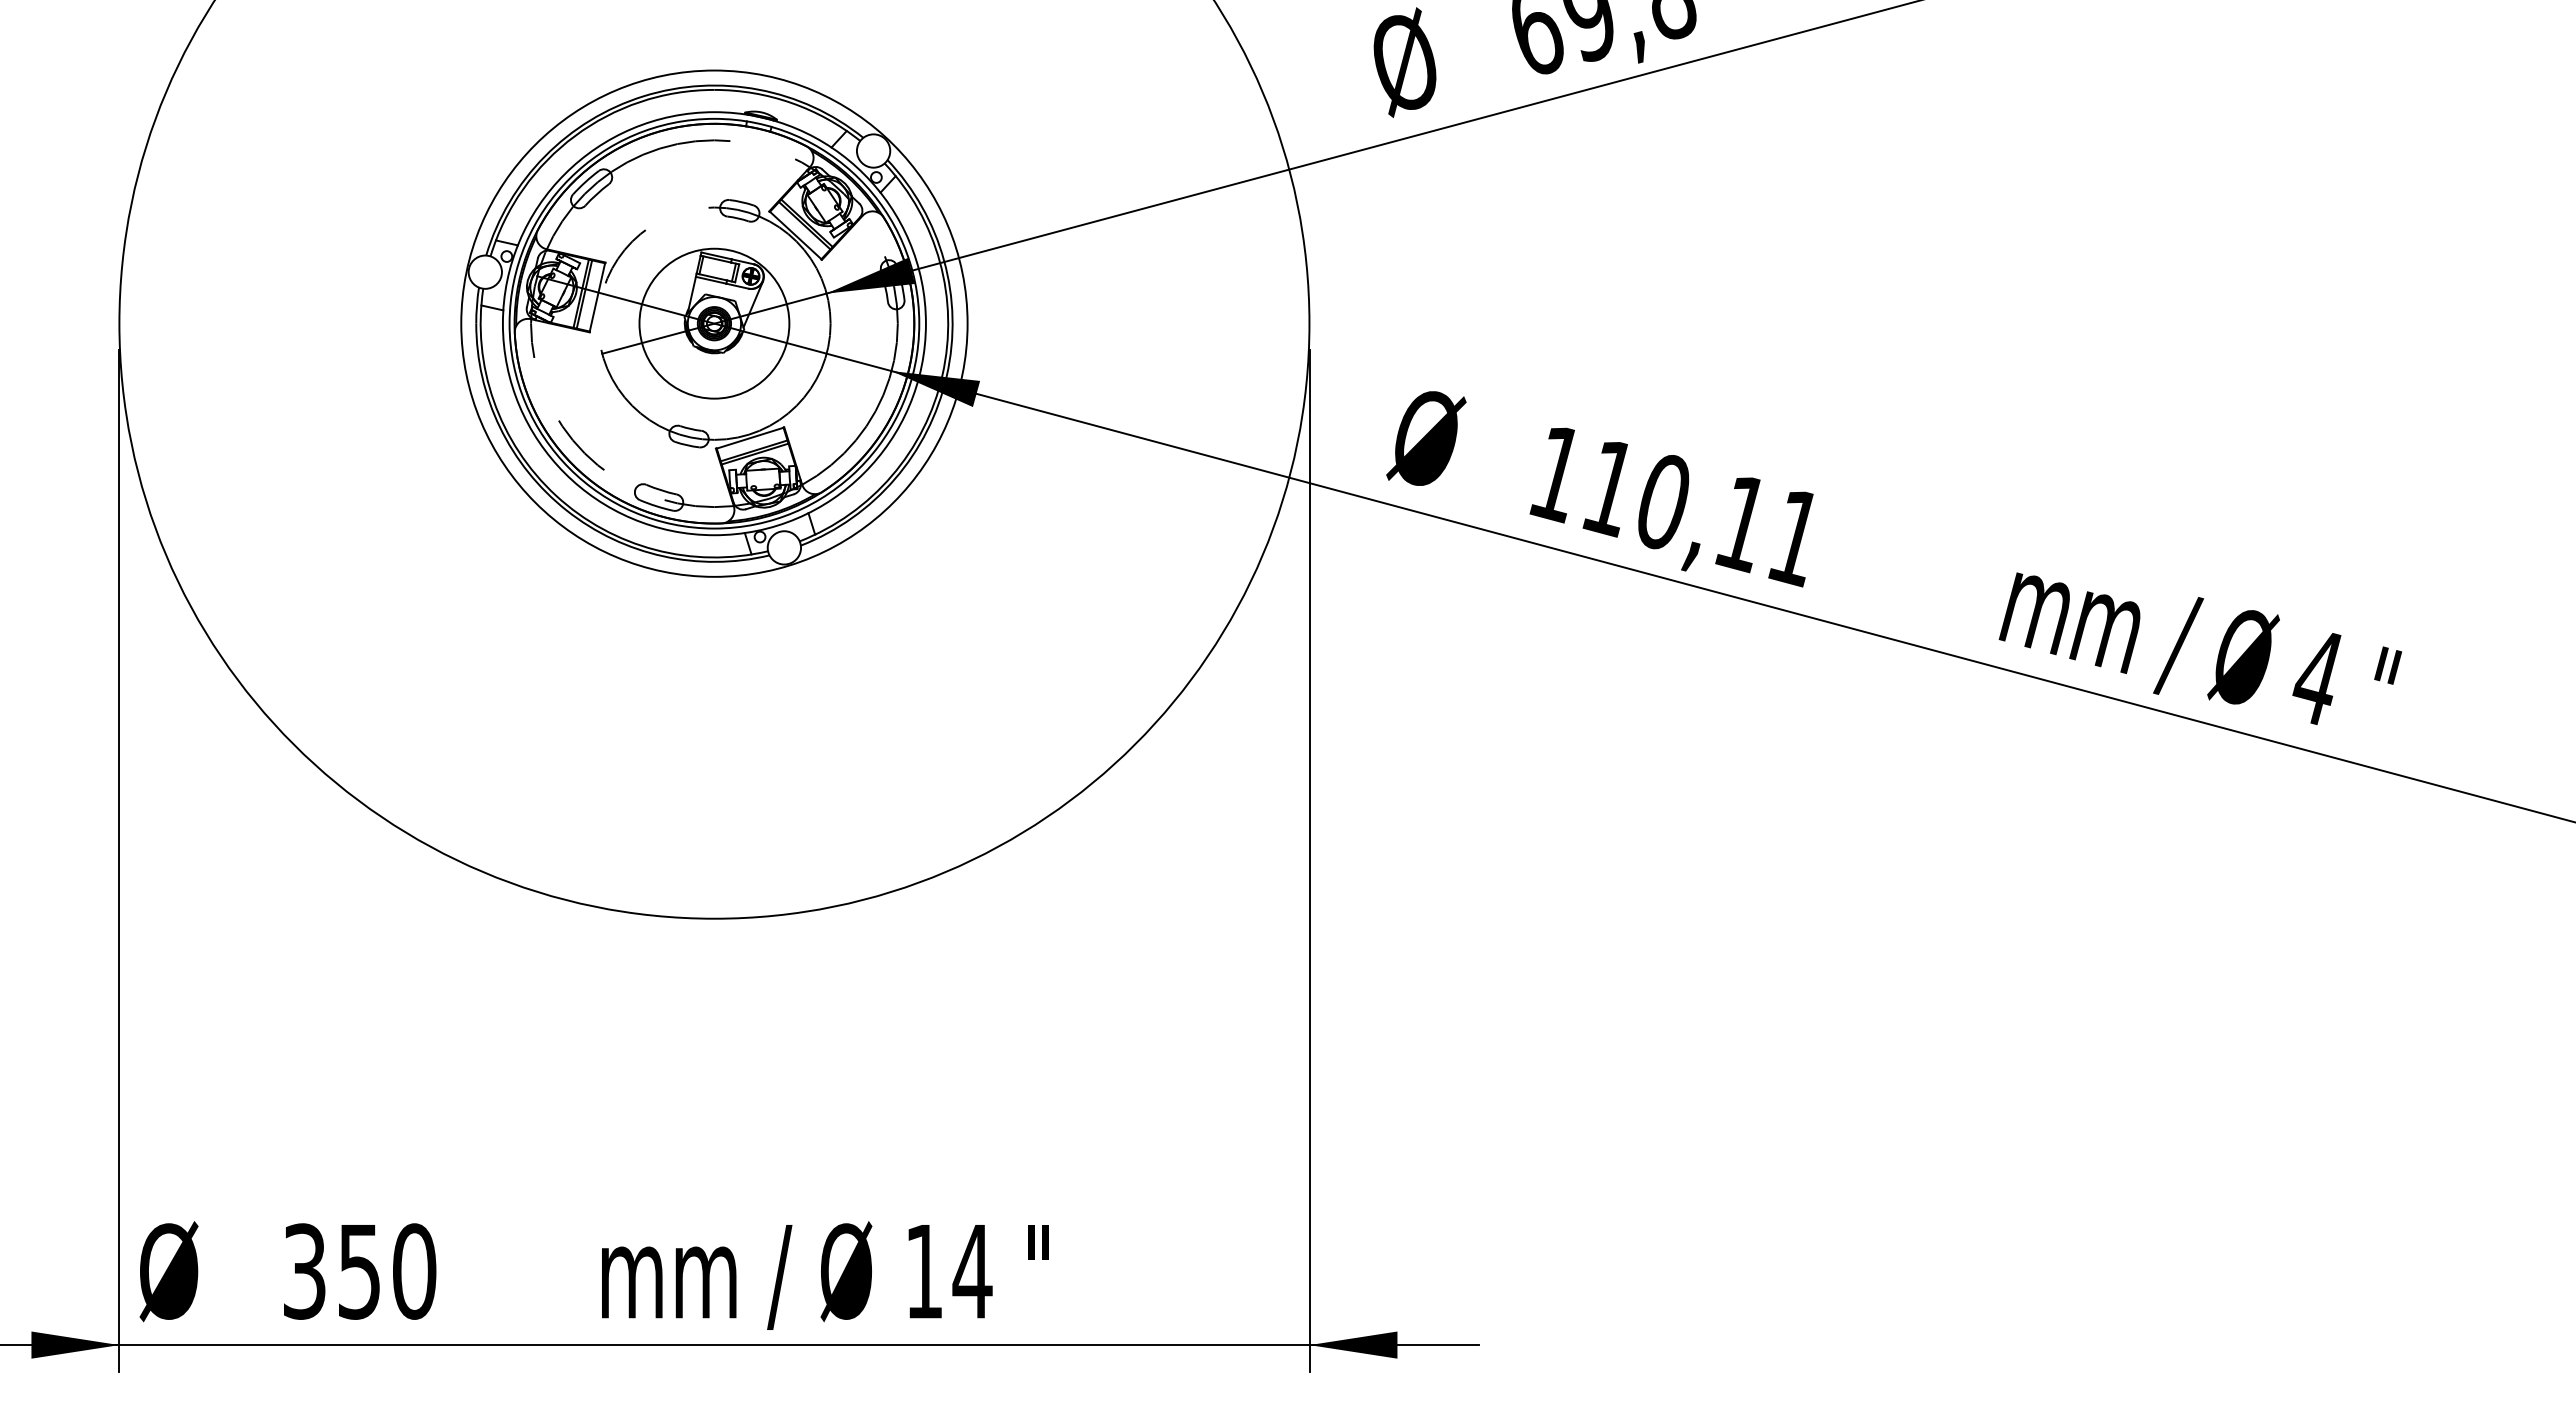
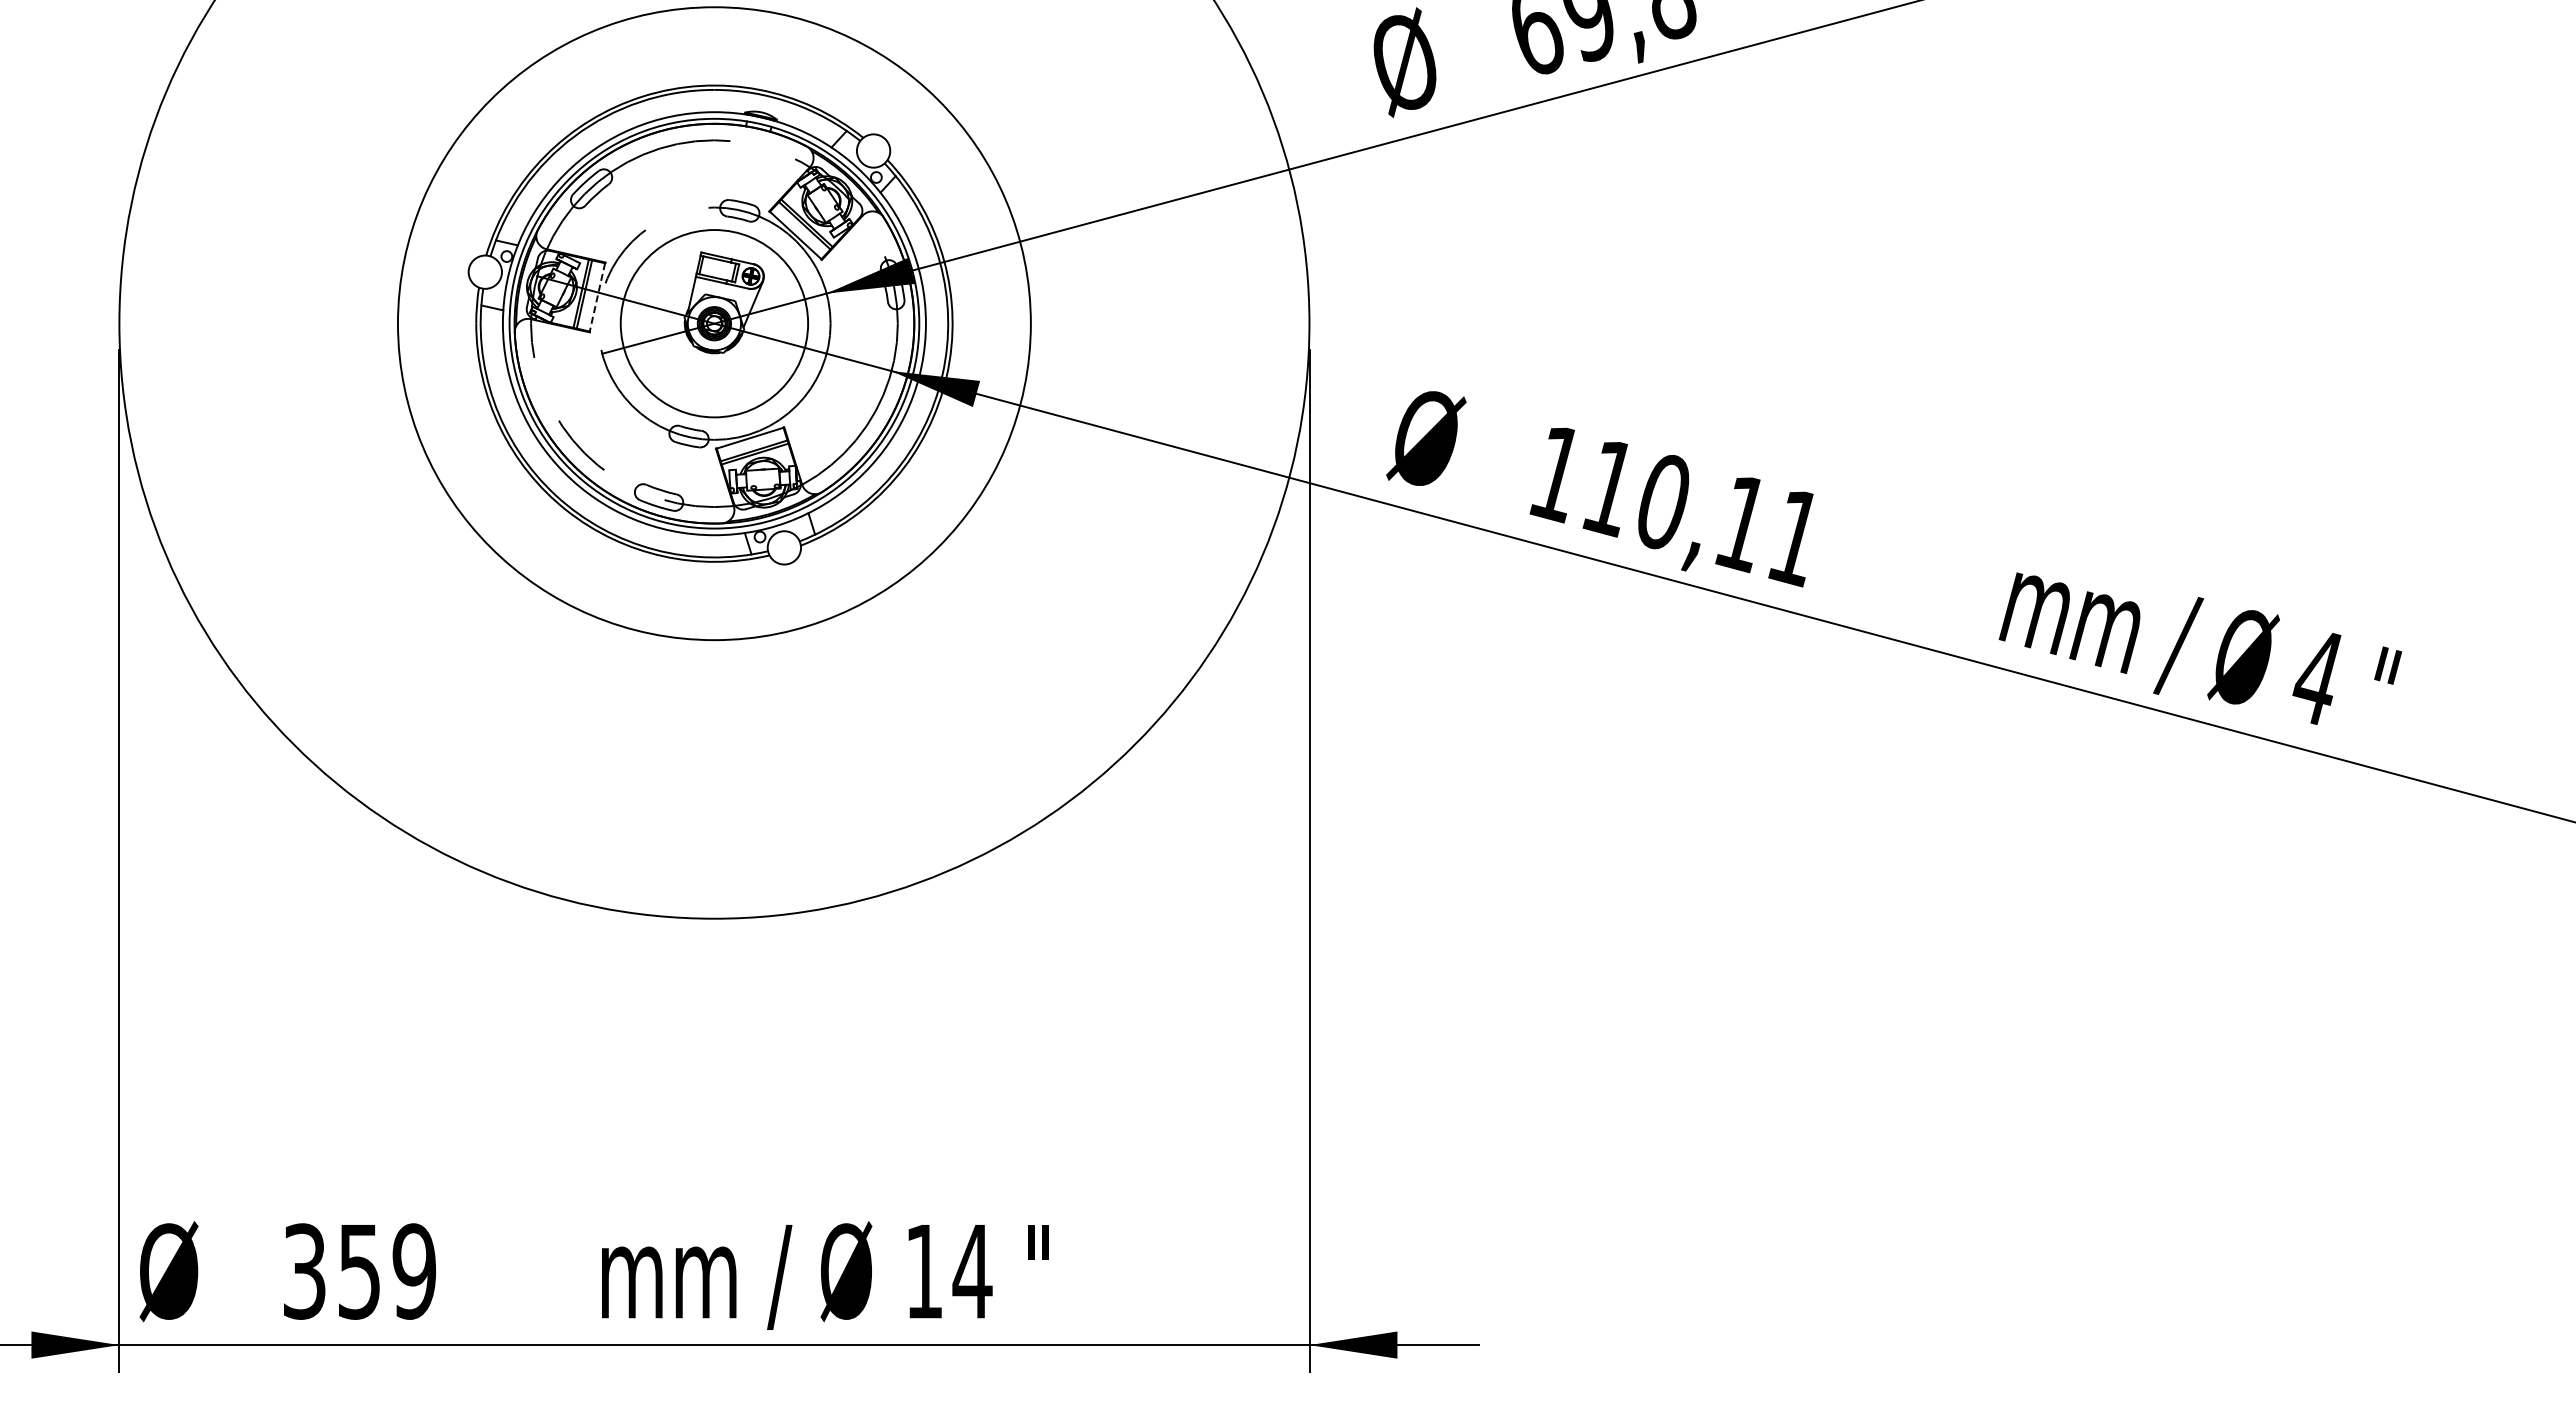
line at (597, 297): solid -> dashed
circle at (714, 323) diameter: 150 px -> 187 px
circle at (714, 323) diameter: 506 px -> 633 px
text at (414, 1271): 350 -> 359
